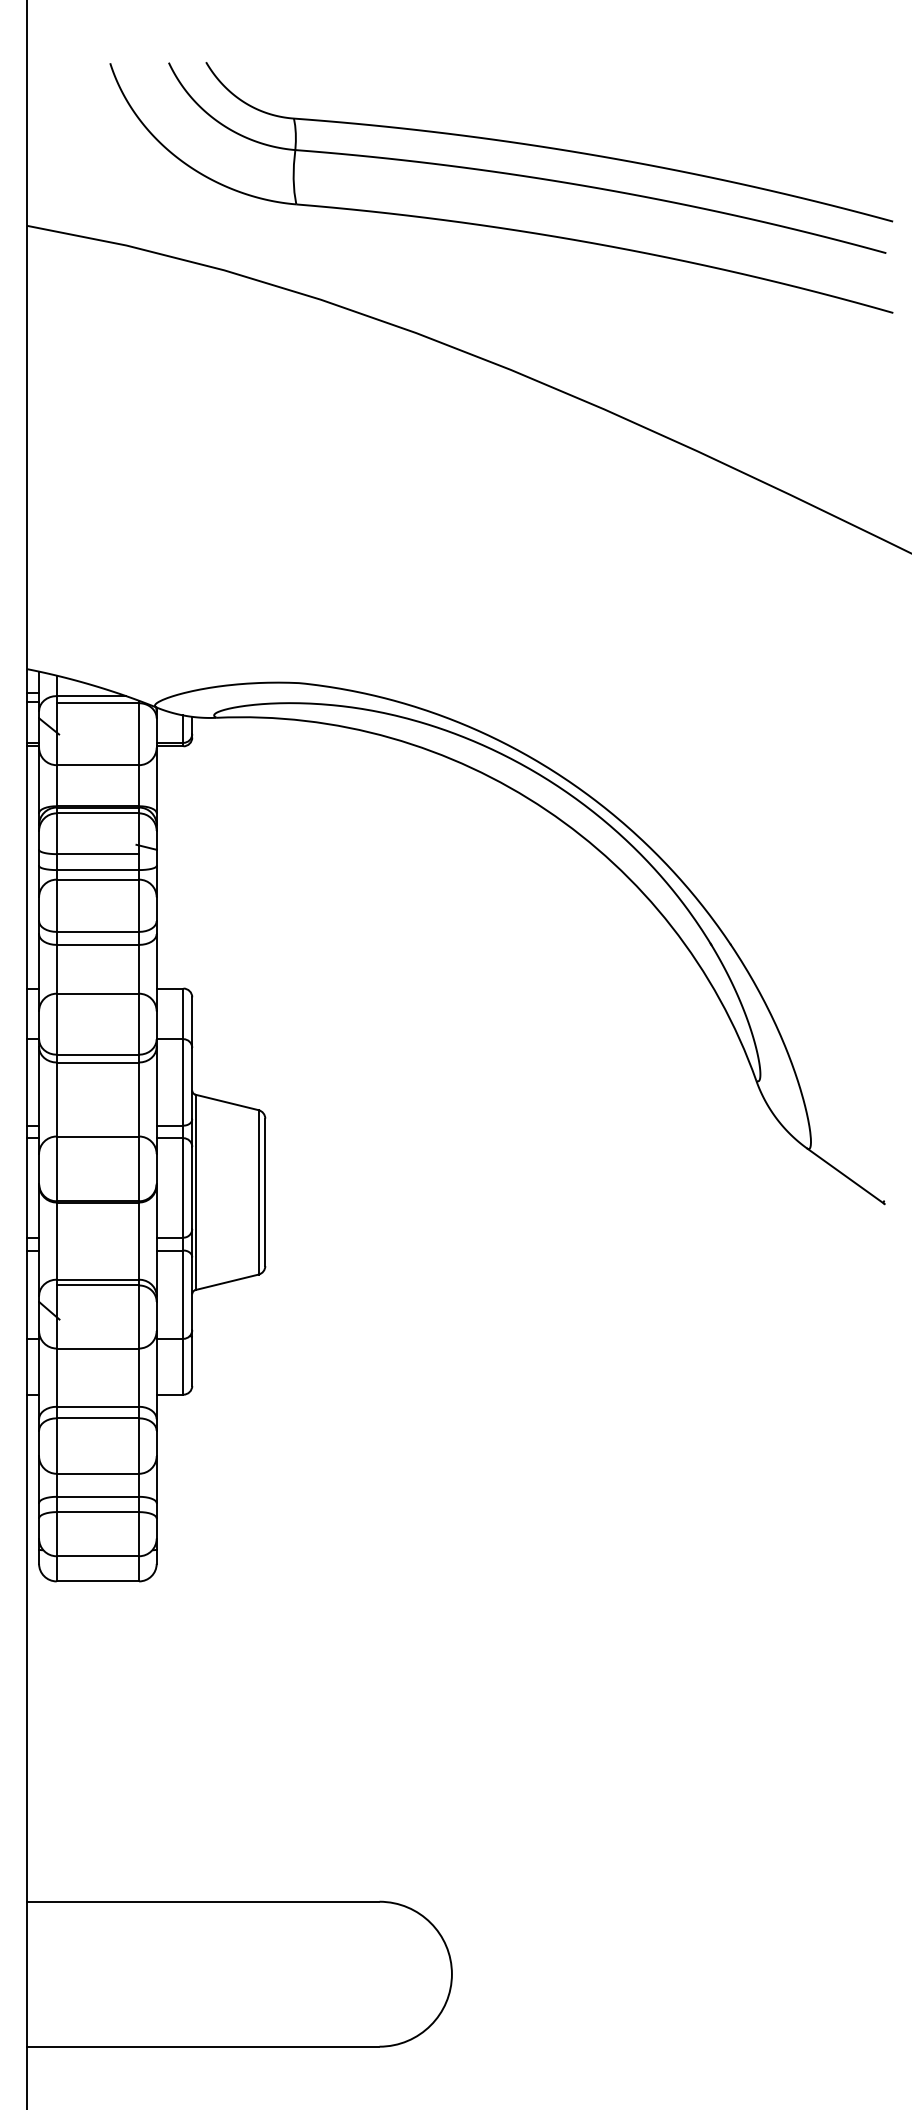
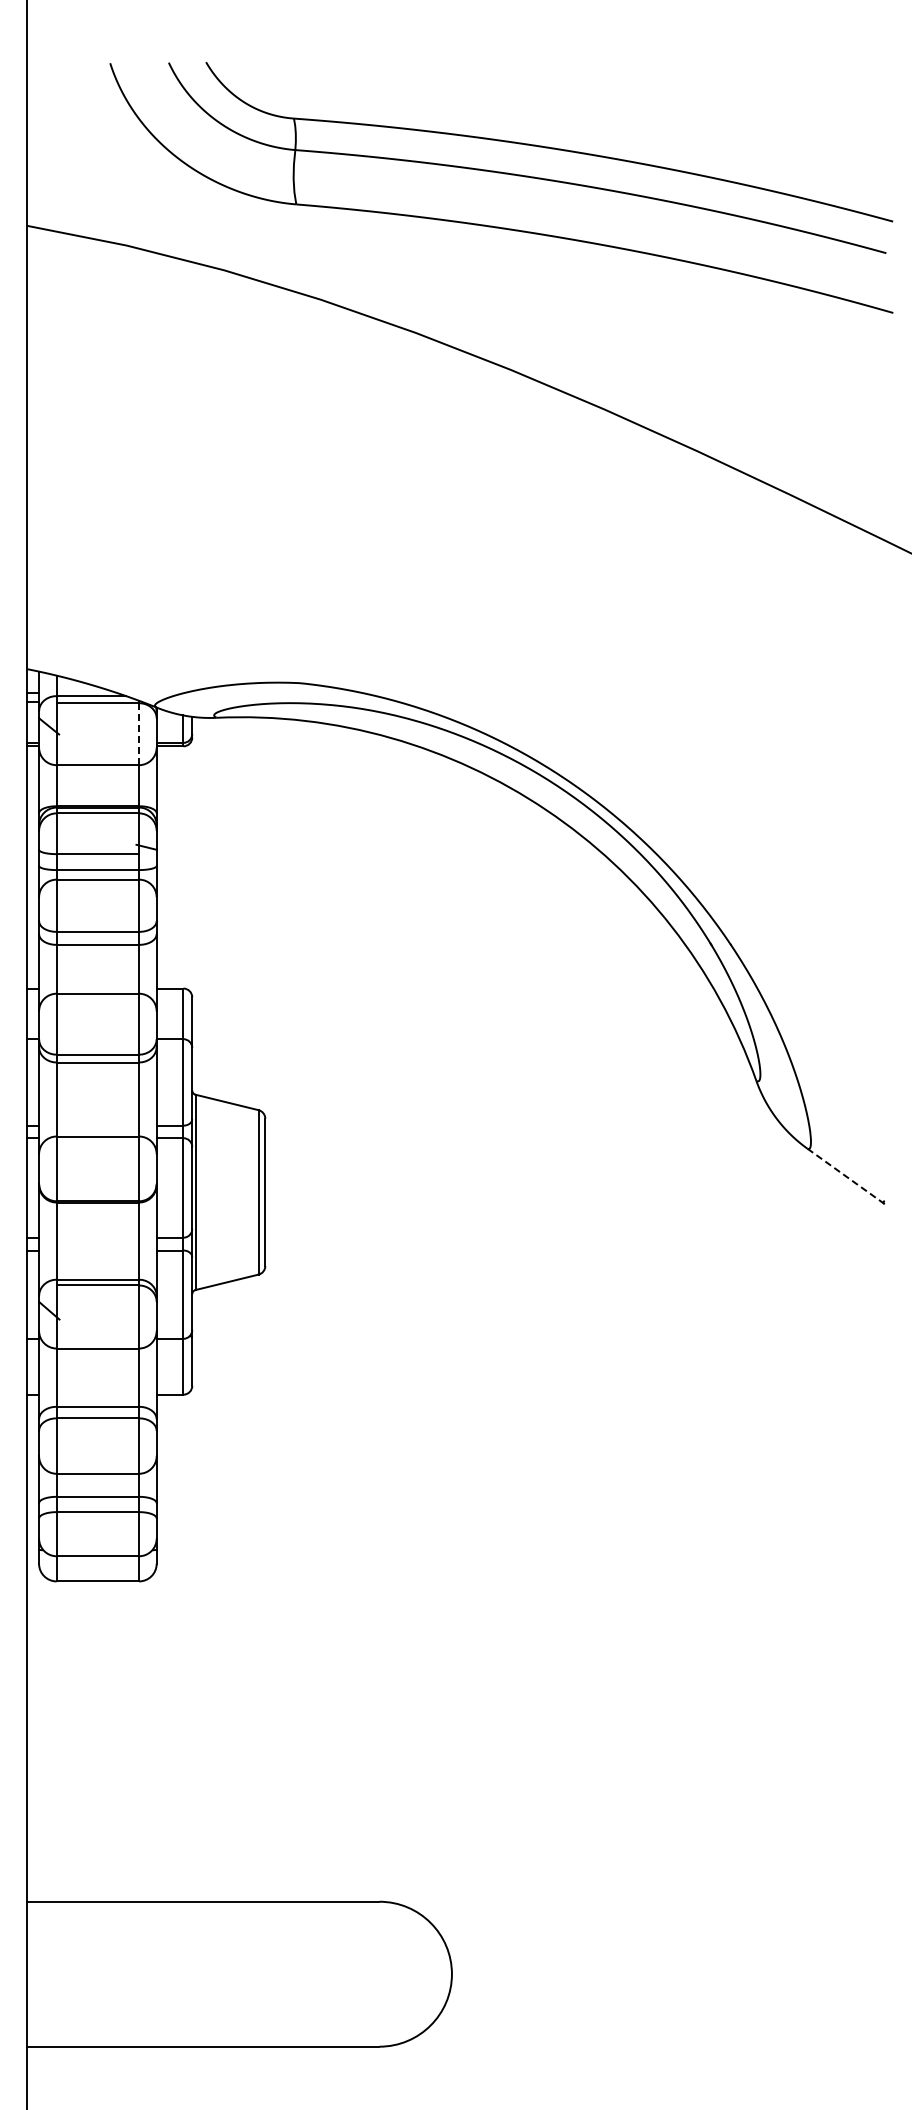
line at (139, 734): solid -> dashed
line at (845, 1176): solid -> dashed
